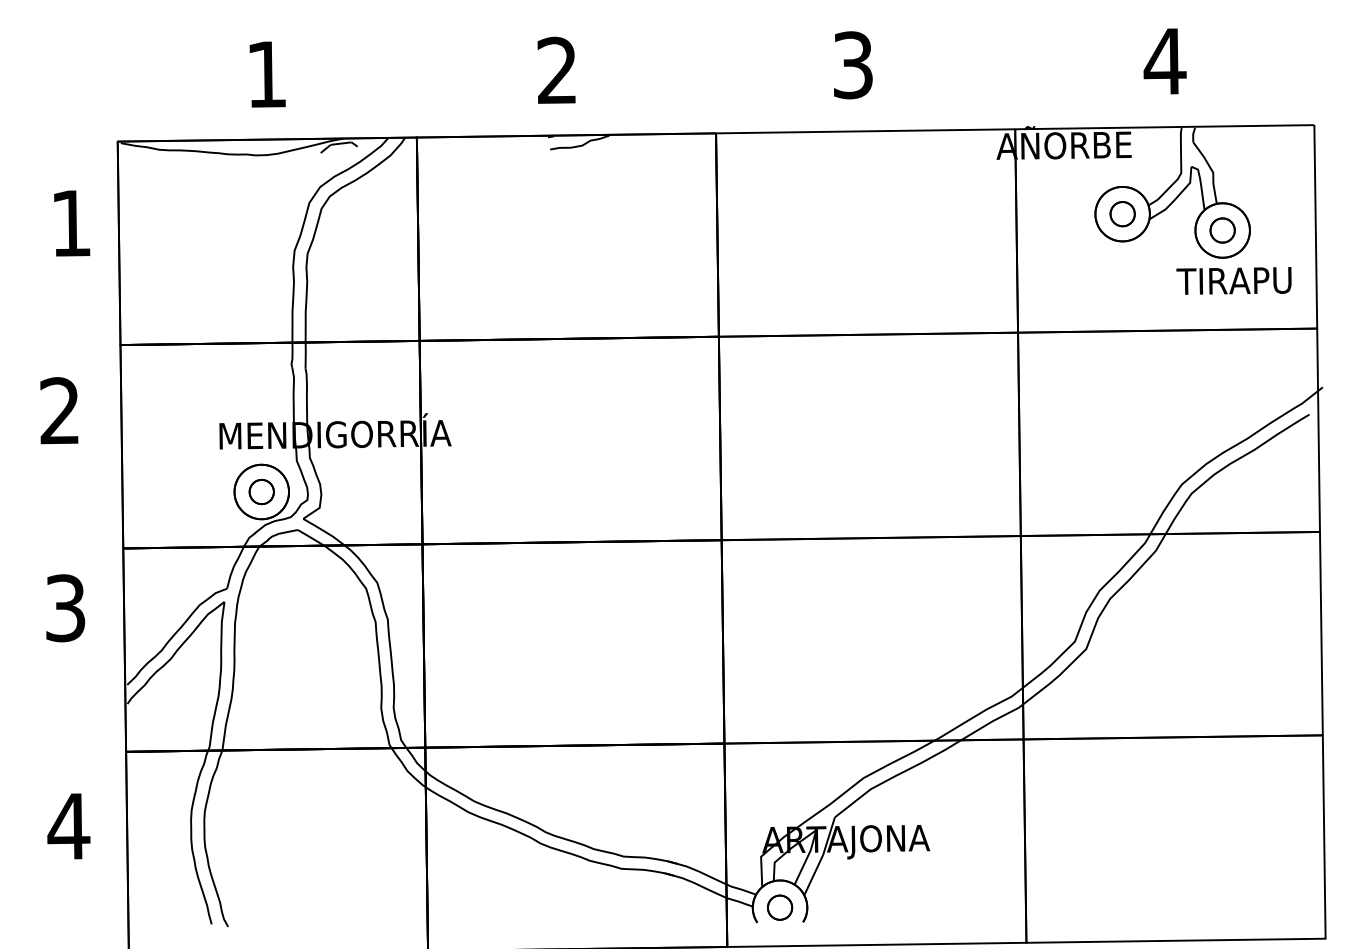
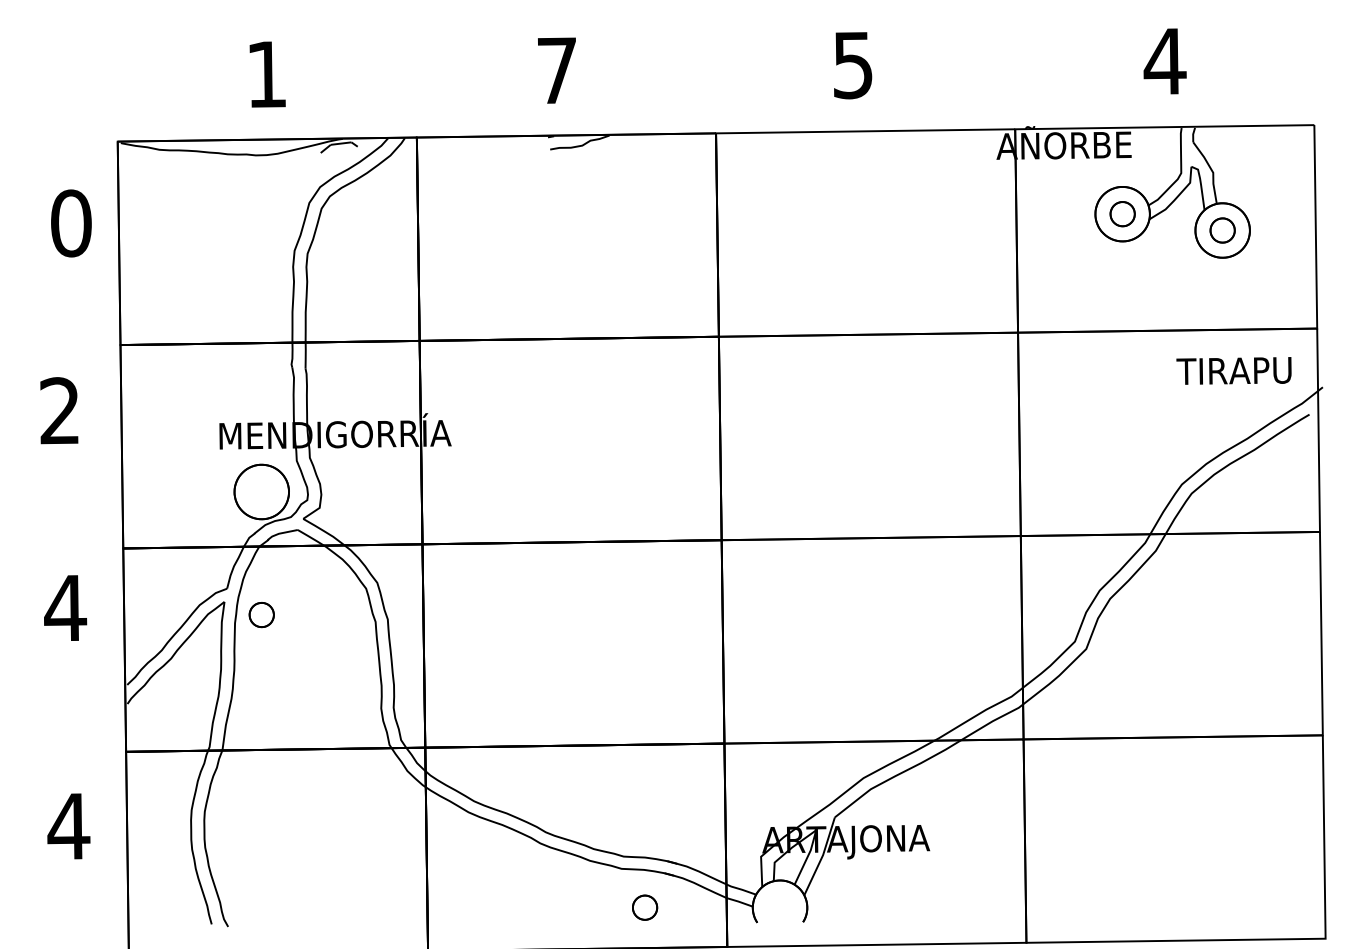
text at (853, 64): 3 -> 5
text at (556, 69): 2 -> 7
text at (71, 223): 1 -> 0
text at (1233, 280) position: (1233, 280) -> (1233, 370)
part at (261, 492) position: (261, 492) -> (261, 615)
text at (65, 608): 3 -> 4
part at (780, 907) position: (780, 907) -> (645, 907)
